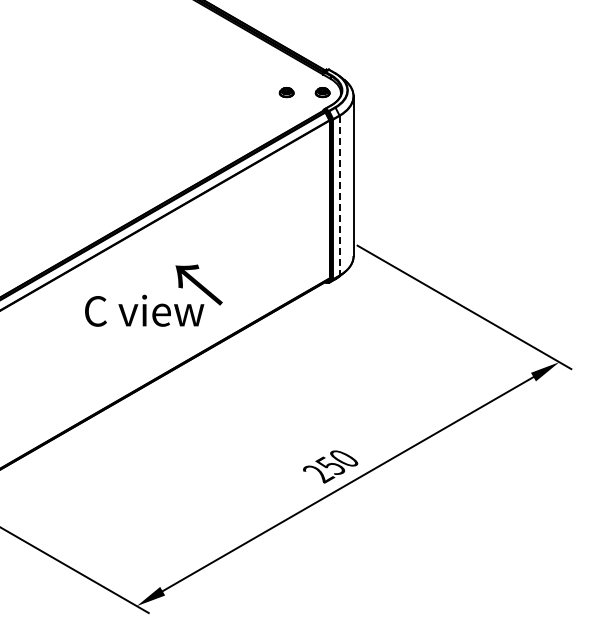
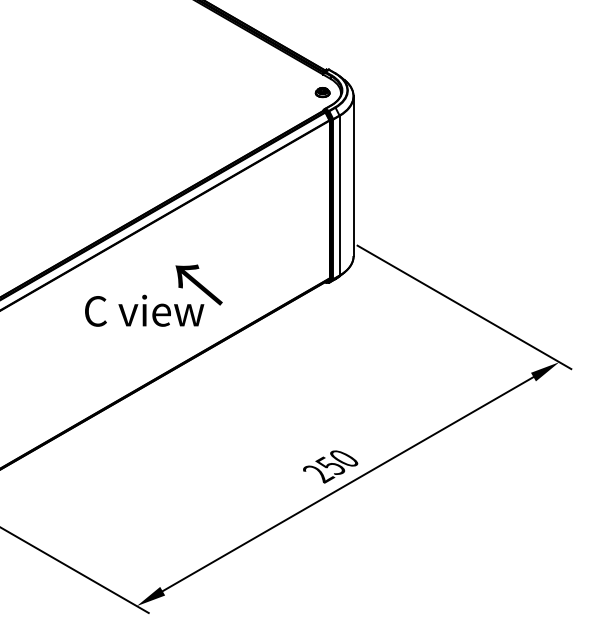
part at (286, 92): present -> none
line at (339, 195): dashed -> solid
